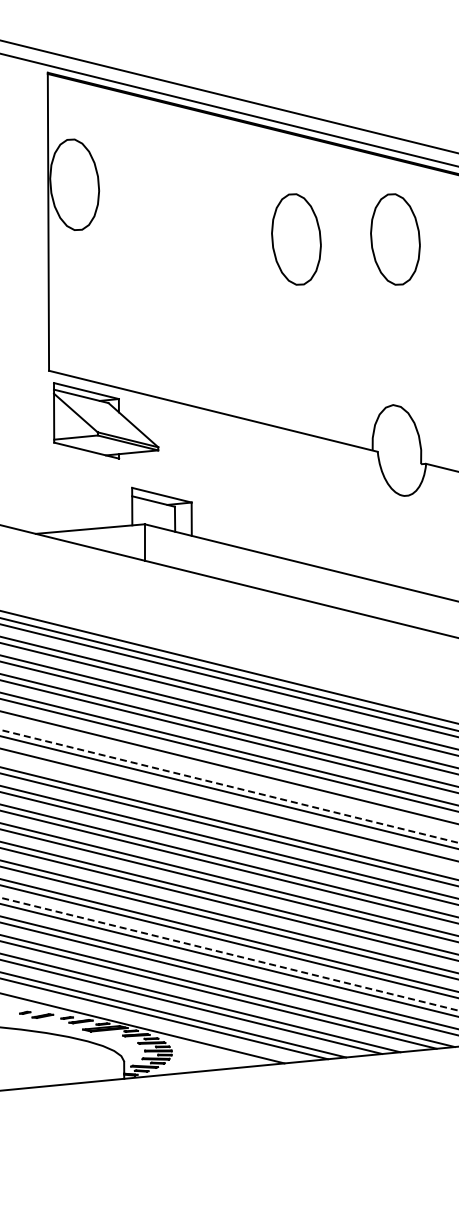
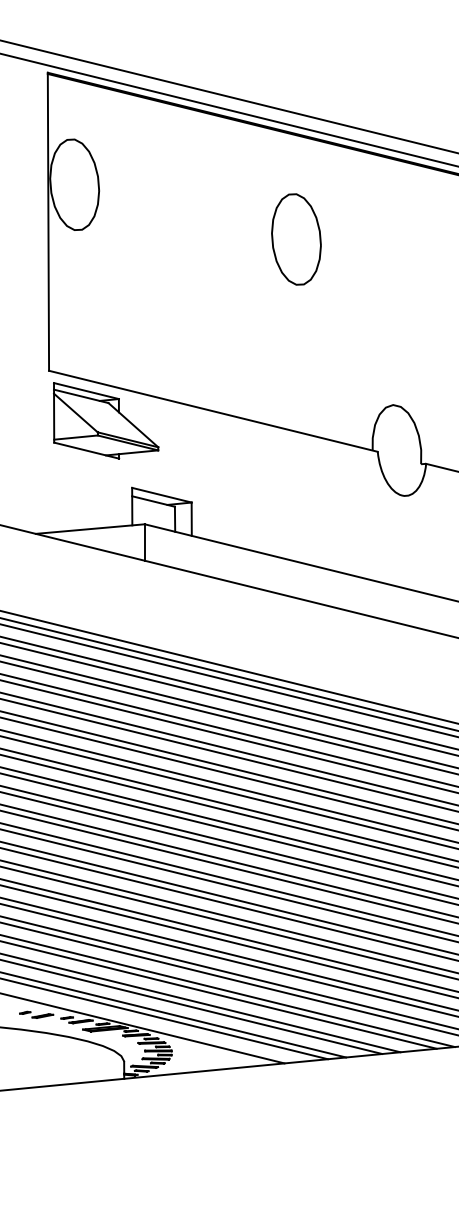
part at (395, 239): present -> none
line at (228, 773): none -> present
line at (229, 786): dashed -> solid
line at (228, 810): none -> present
line at (229, 954): dashed -> solid
